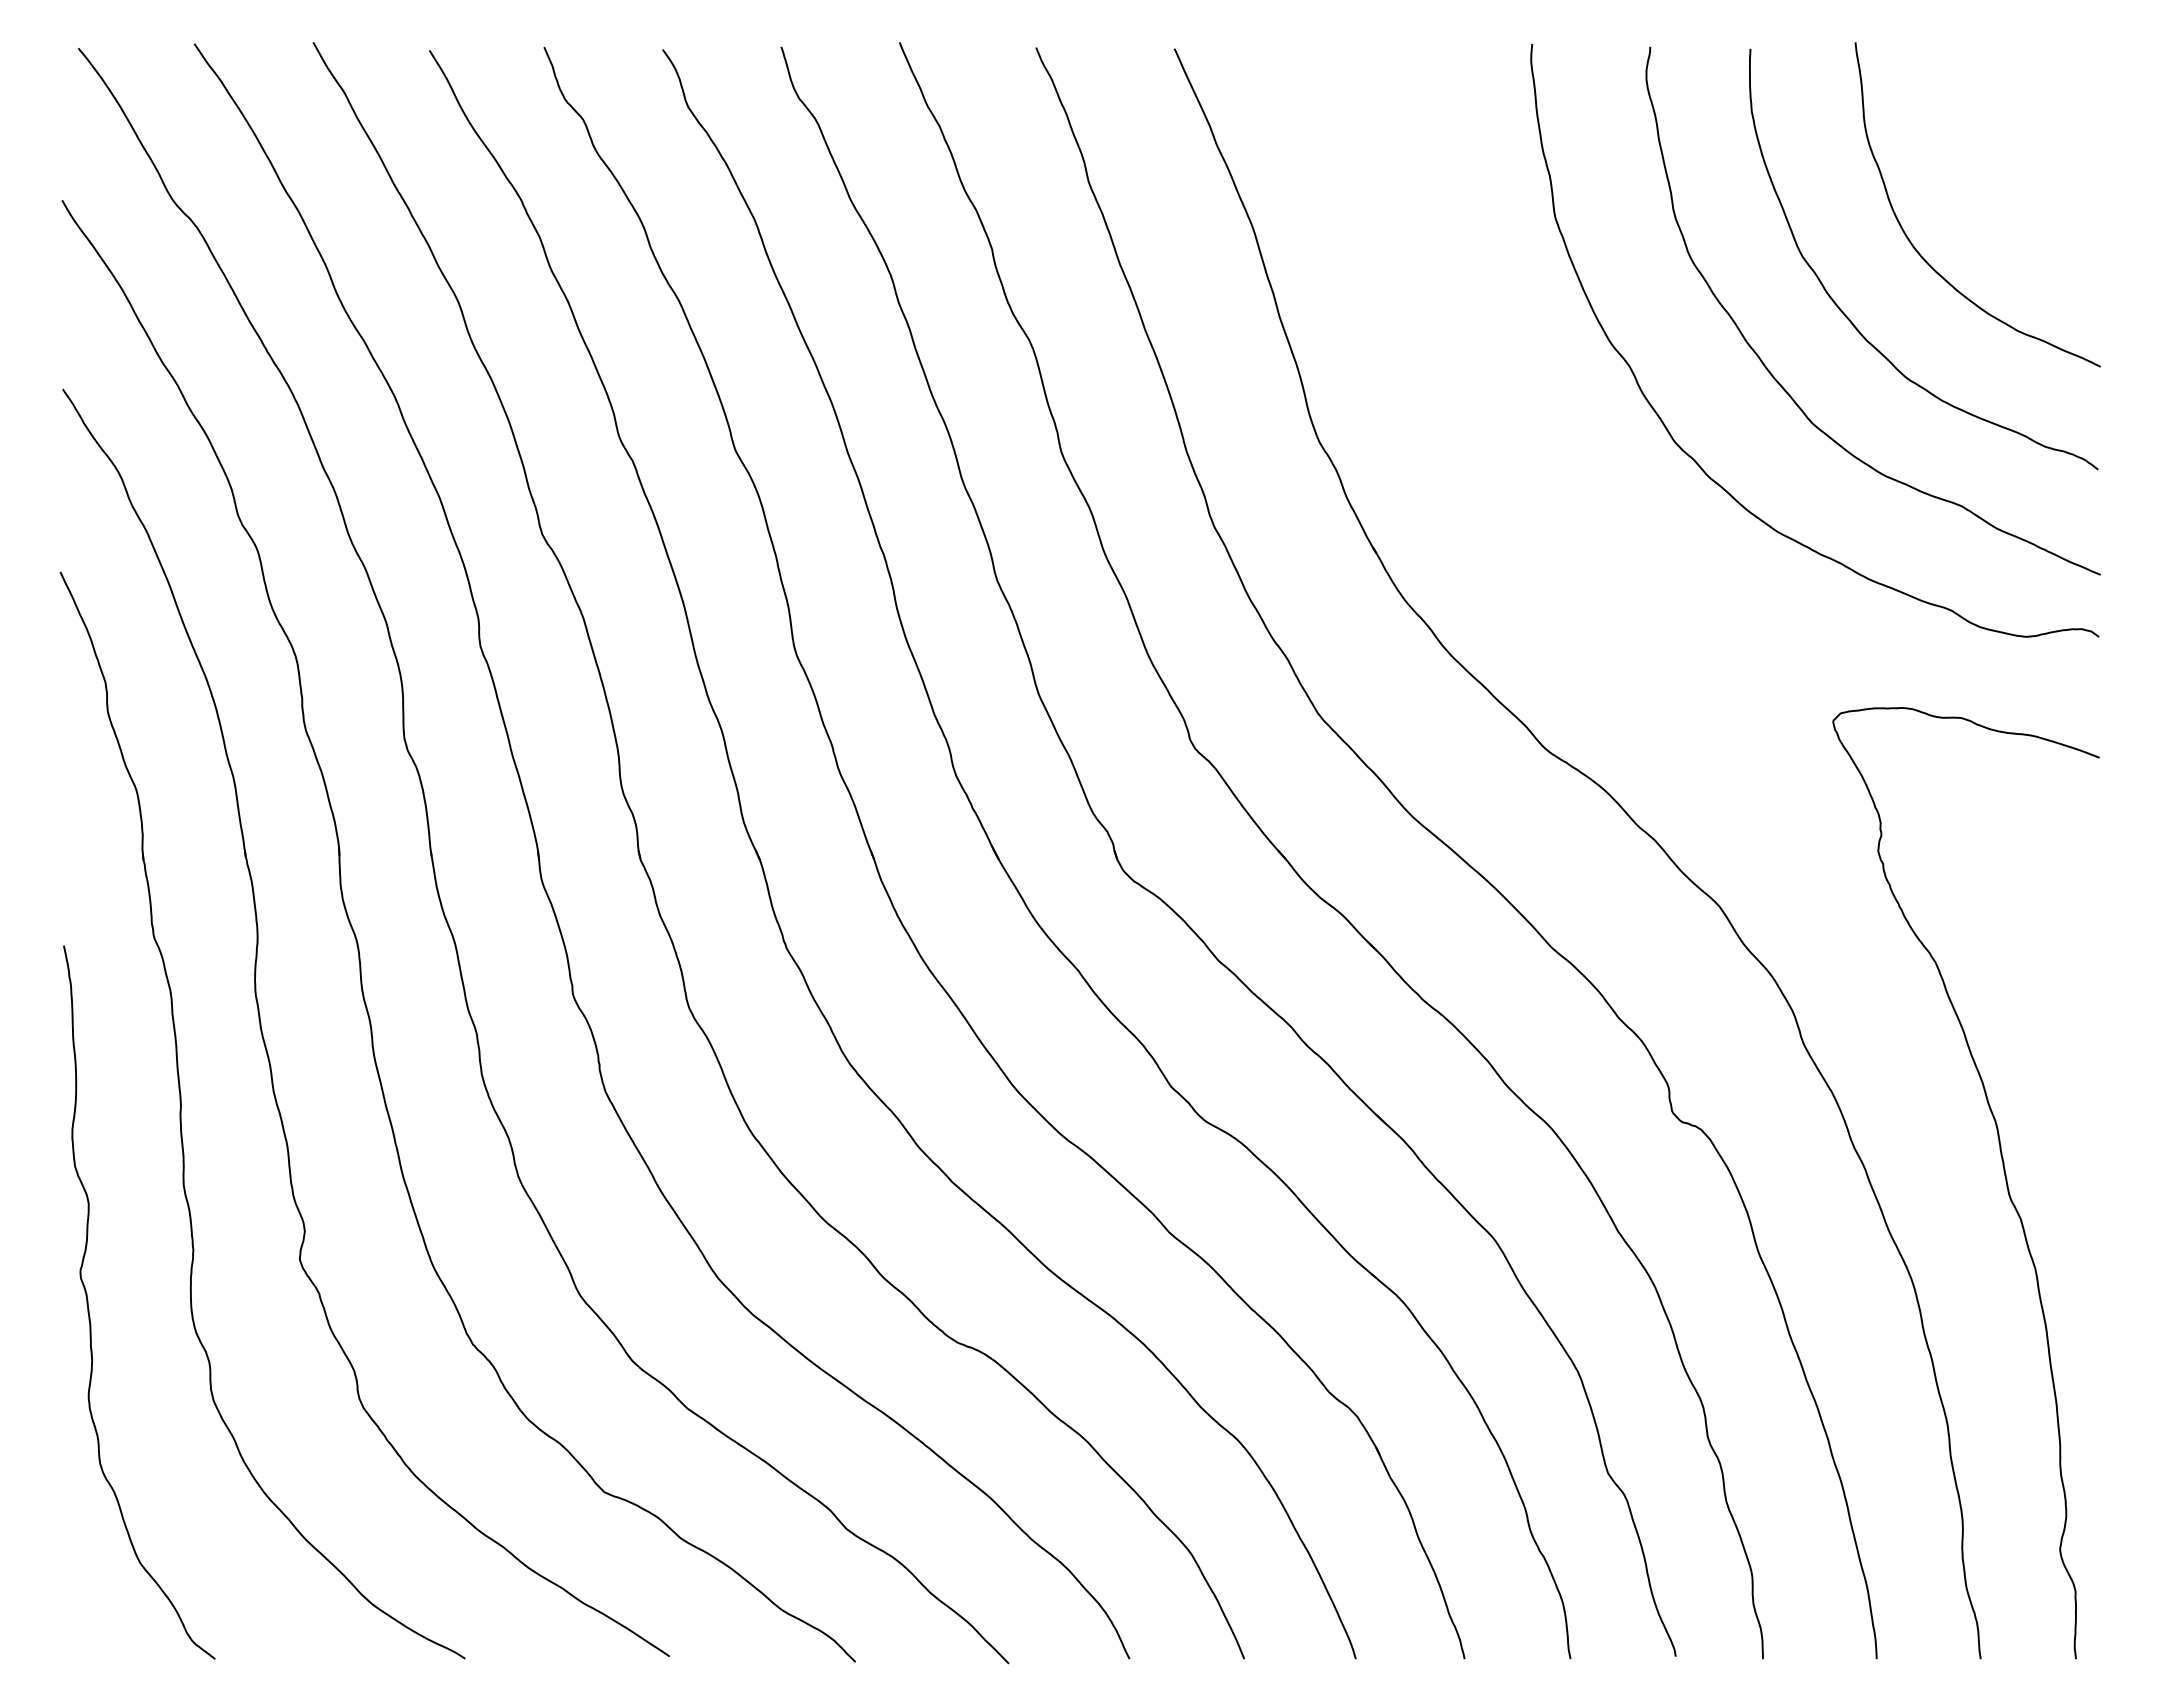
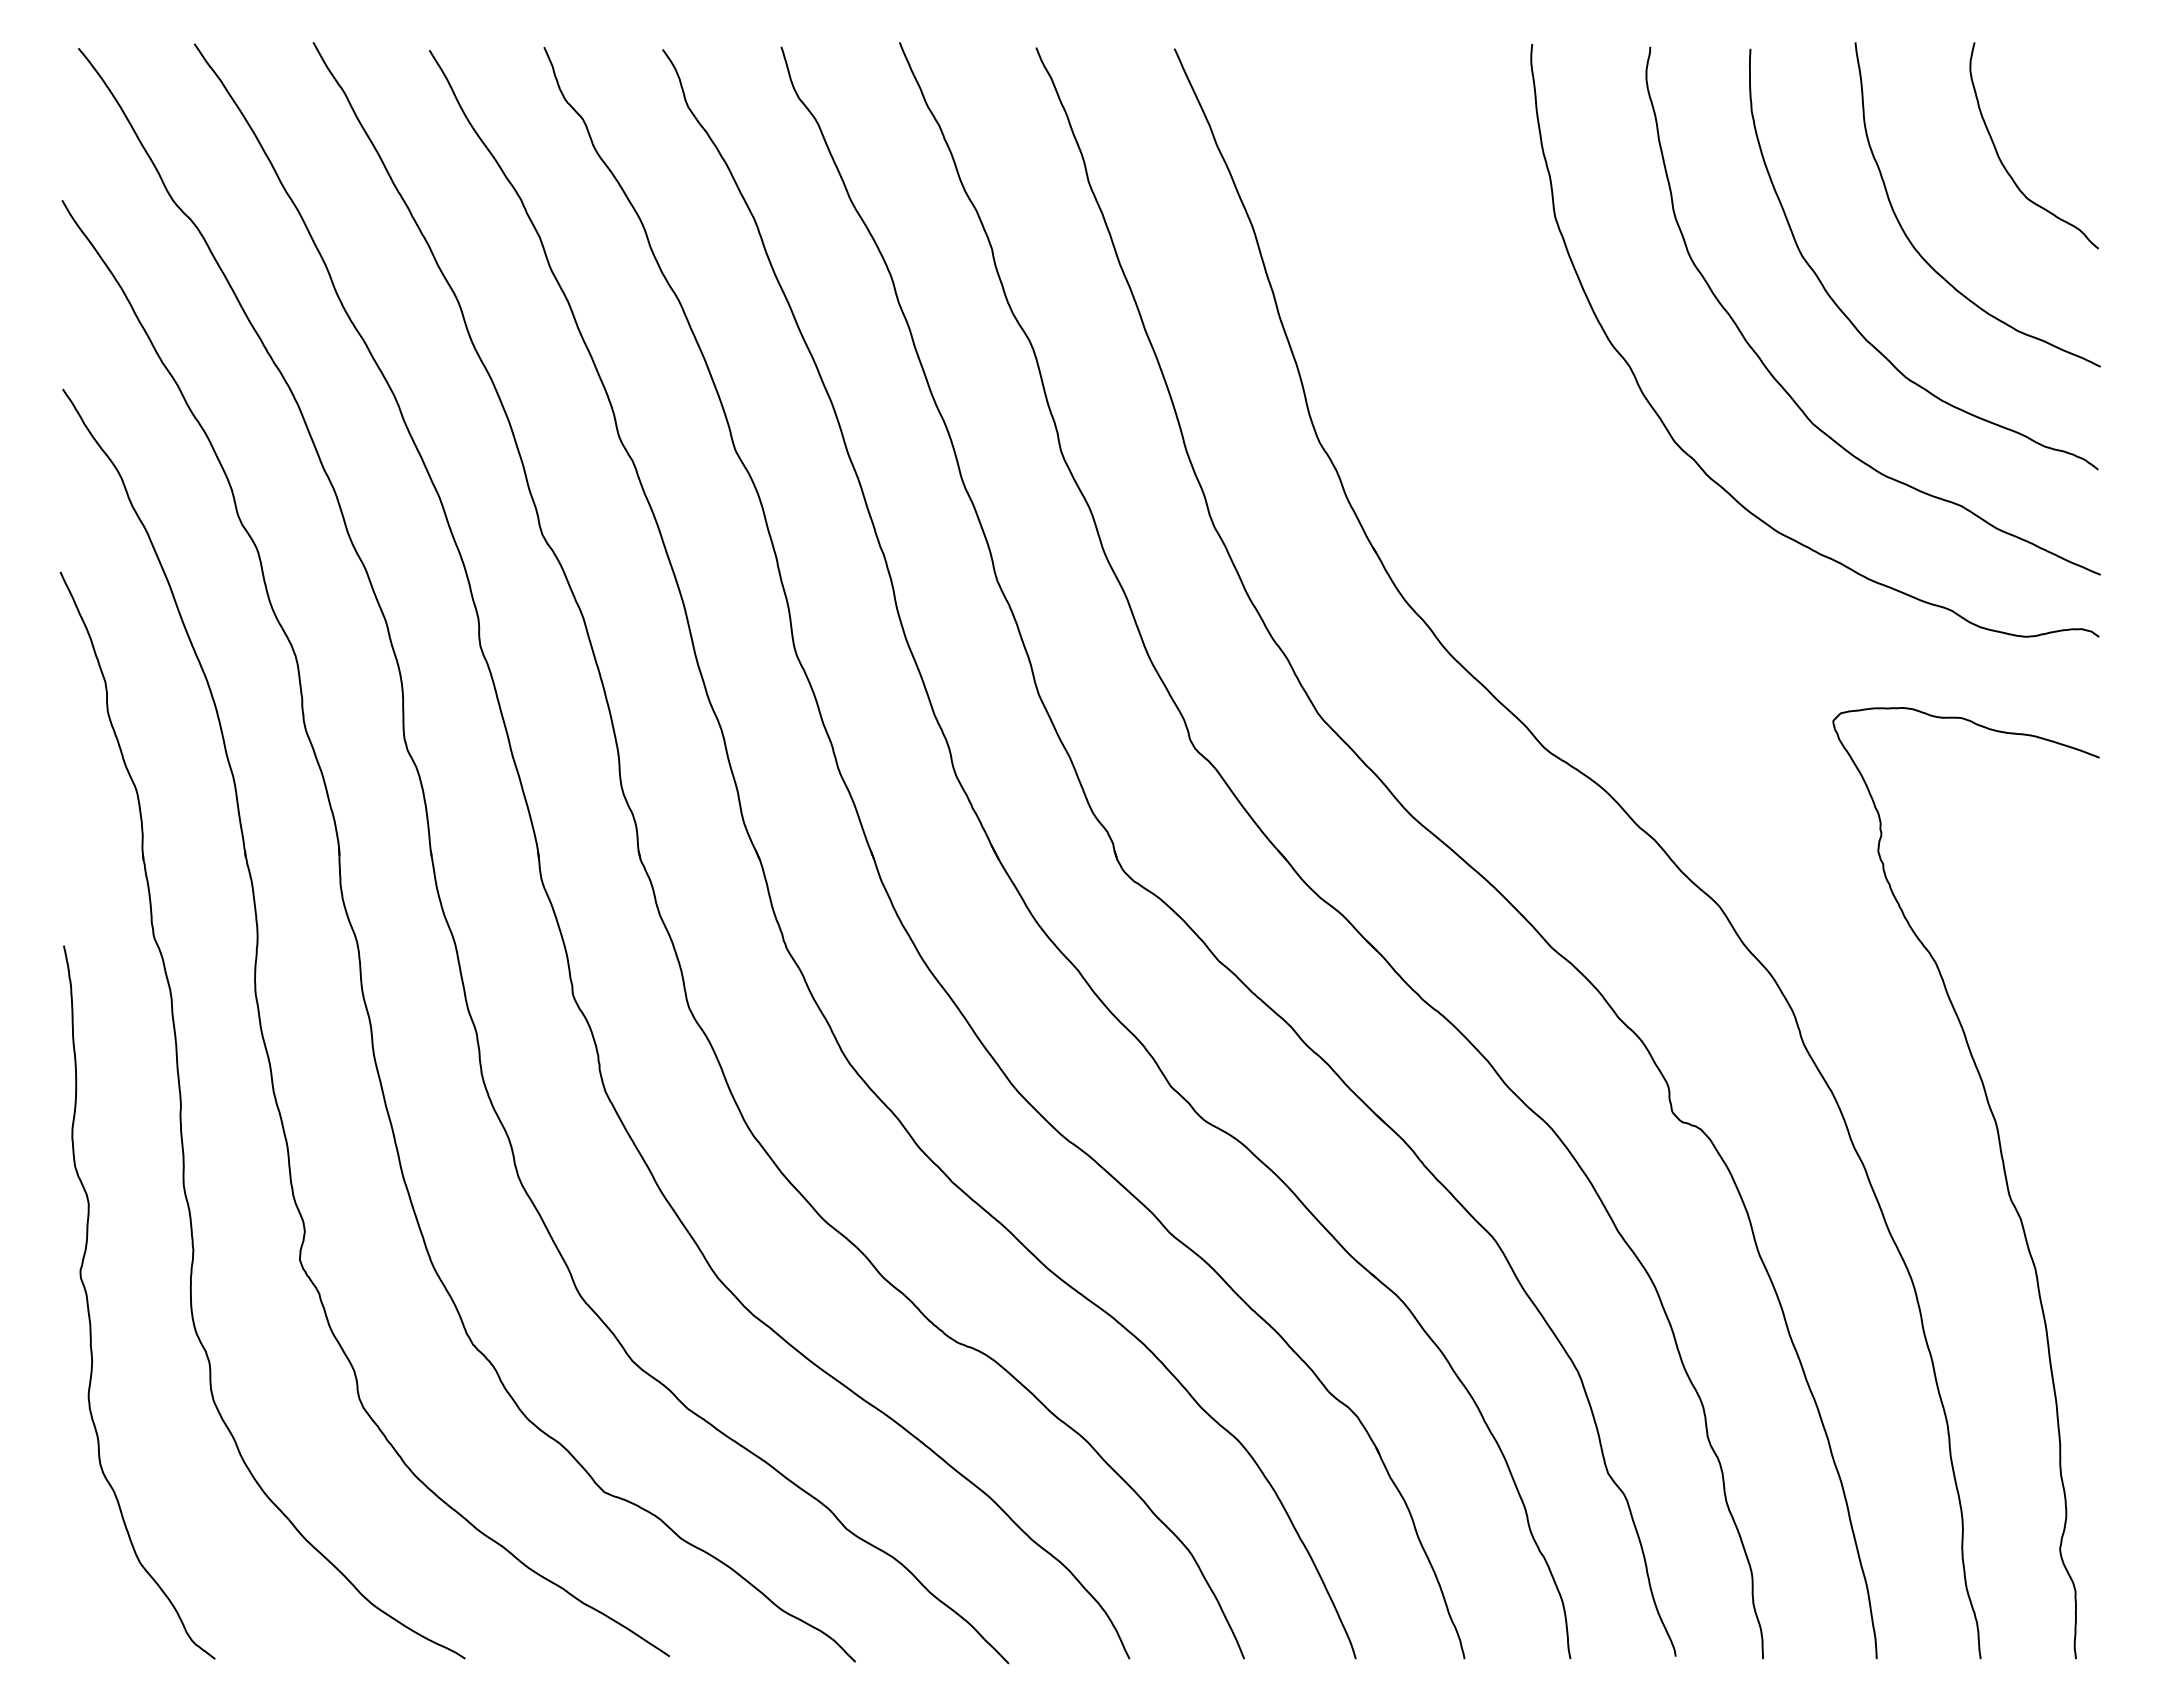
curve at (2003, 163): none -> present
